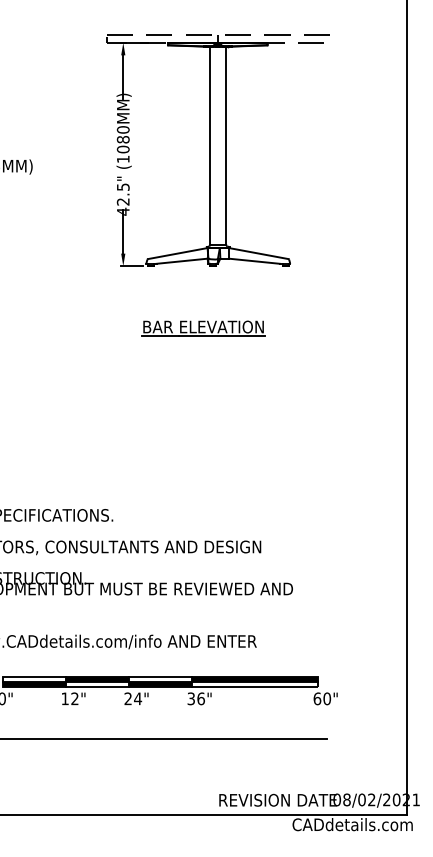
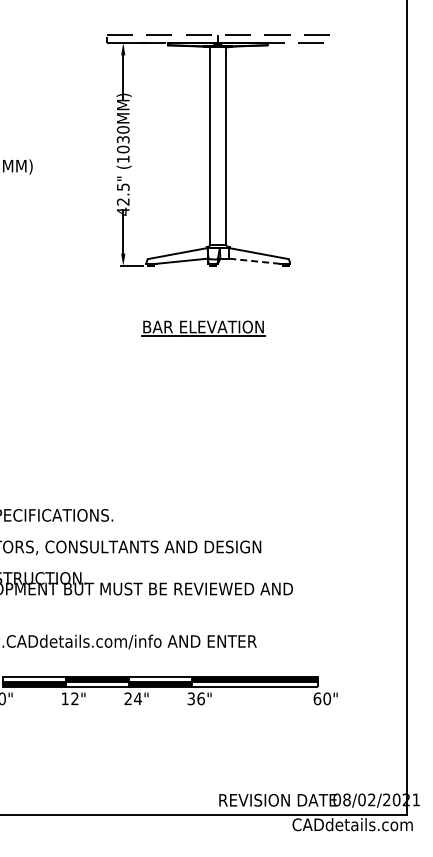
text at (123, 139): (1080MM) -> (1030MM)
line at (254, 261): solid -> dashed
line at (164, 739): present -> none
